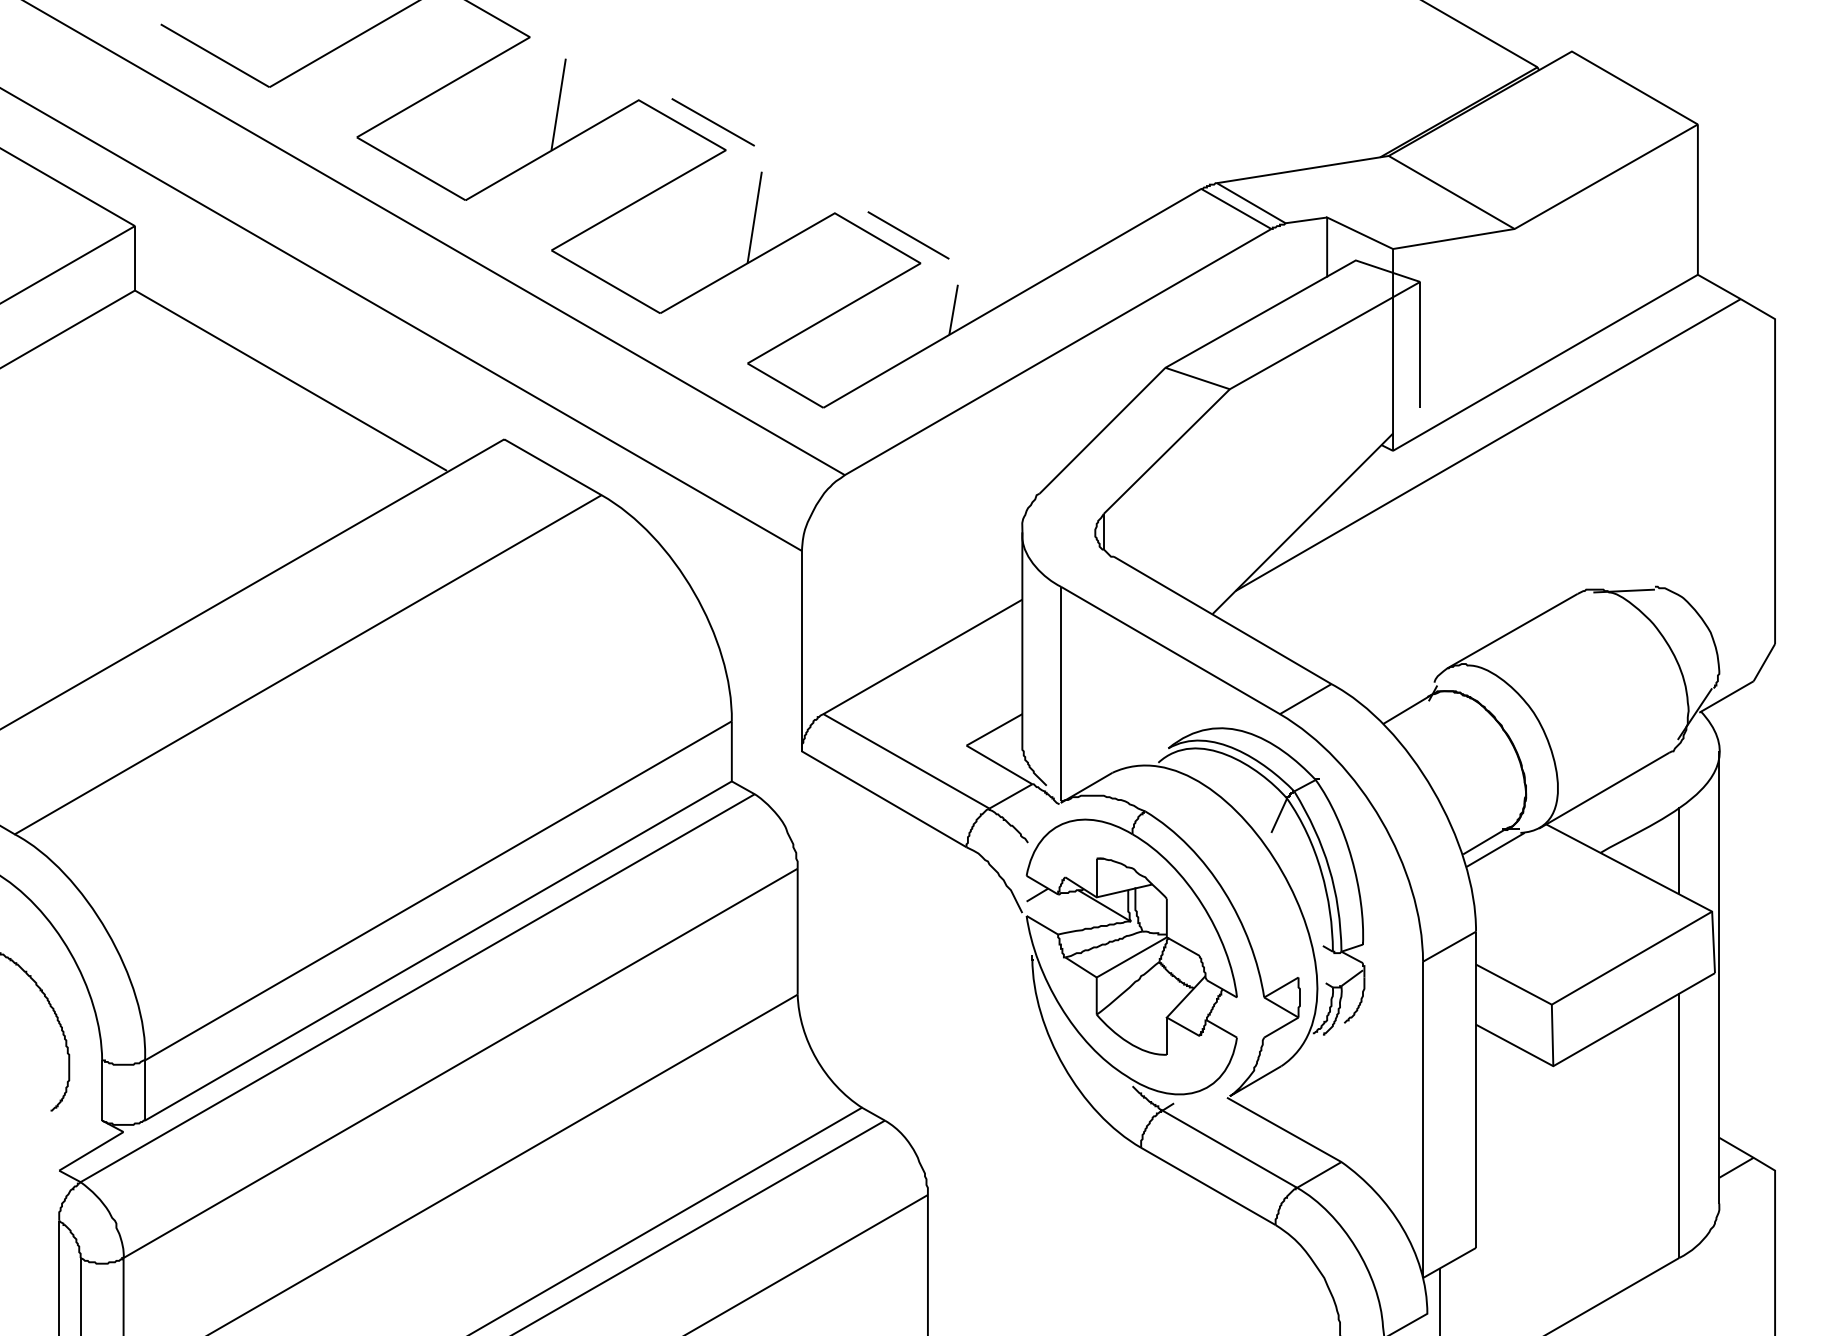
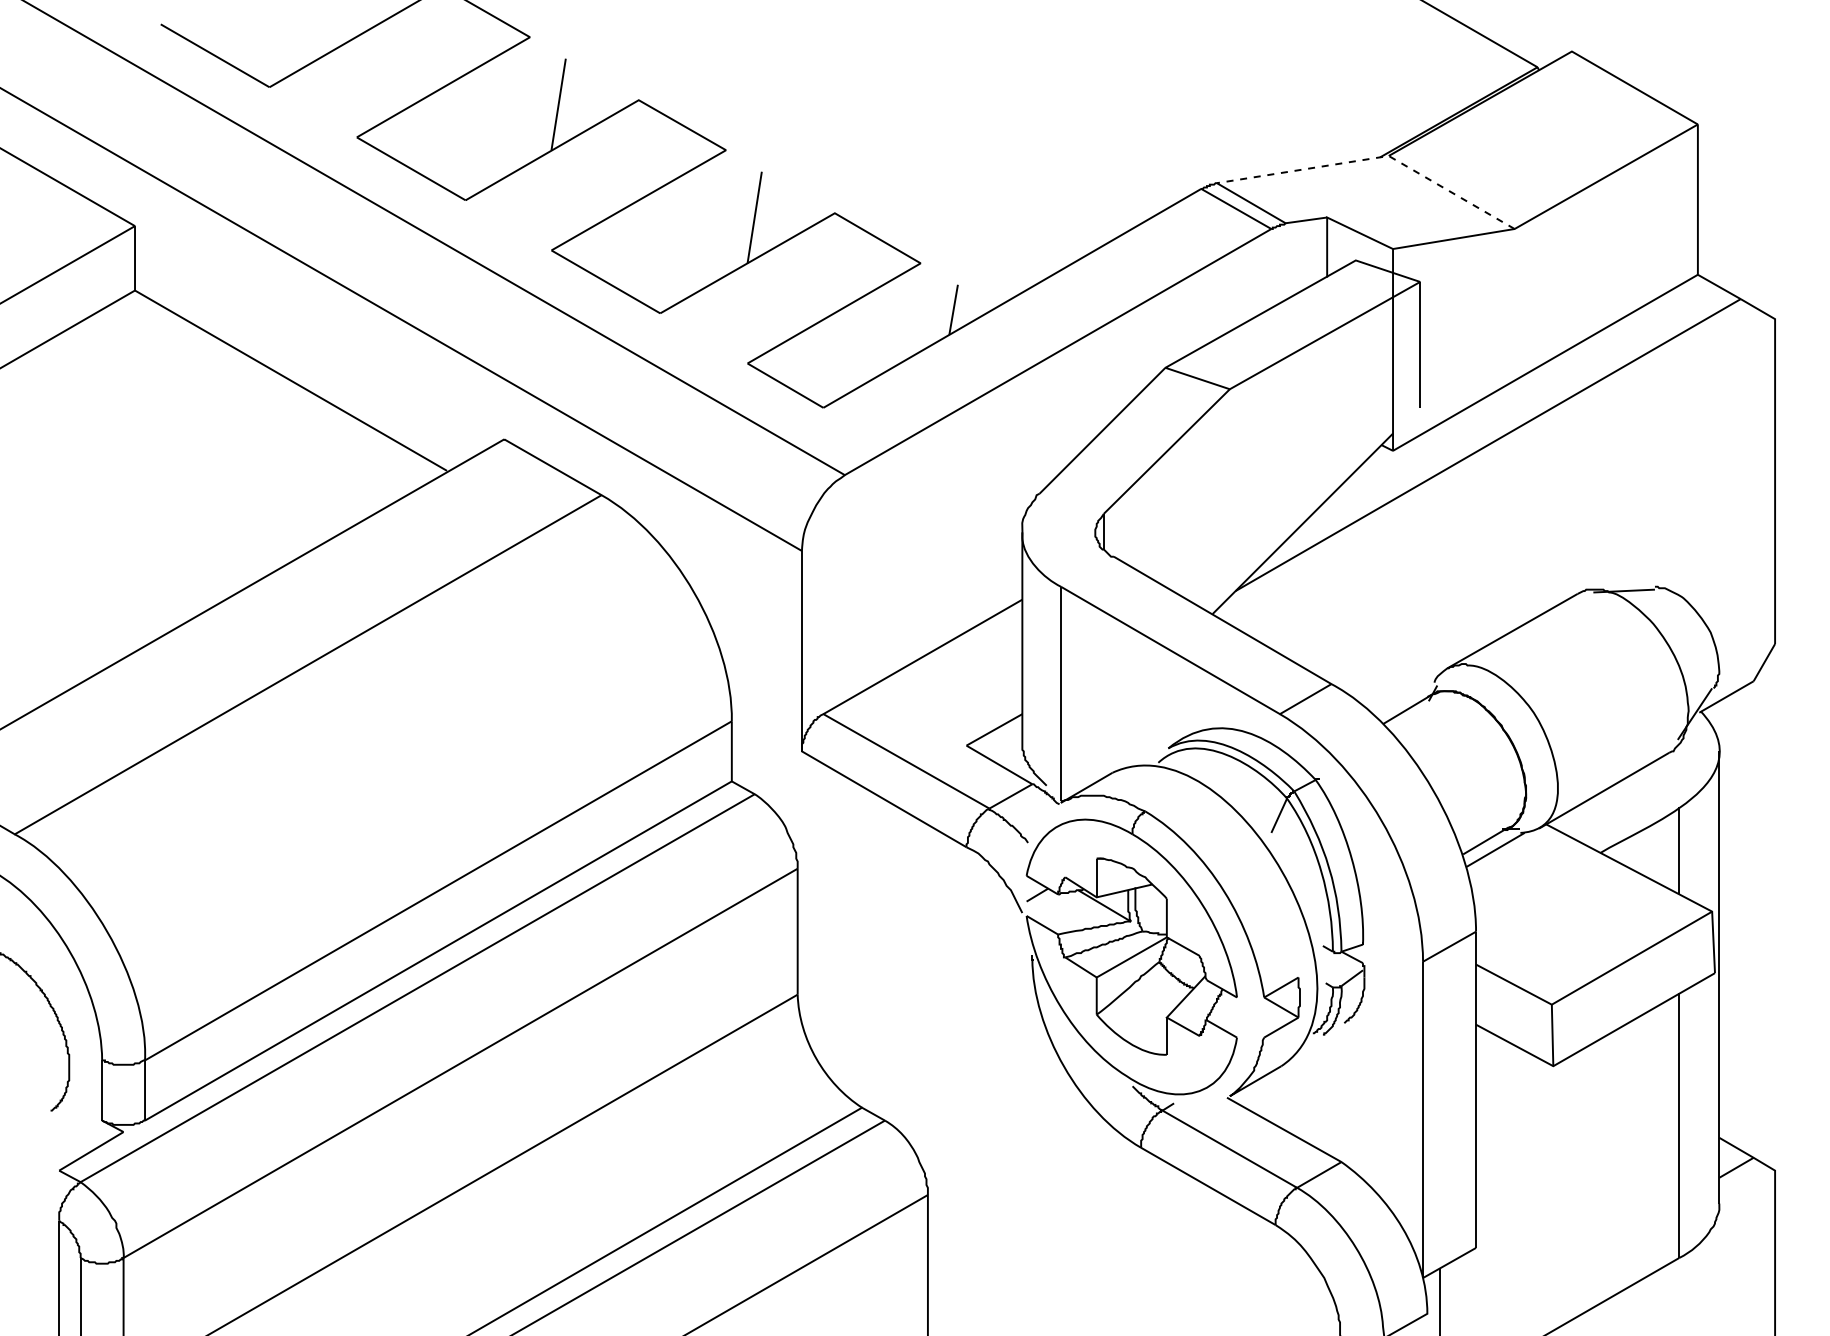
line at (712, 122): present -> none
line at (1374, 158): solid -> dashed
line at (908, 235): present -> none
